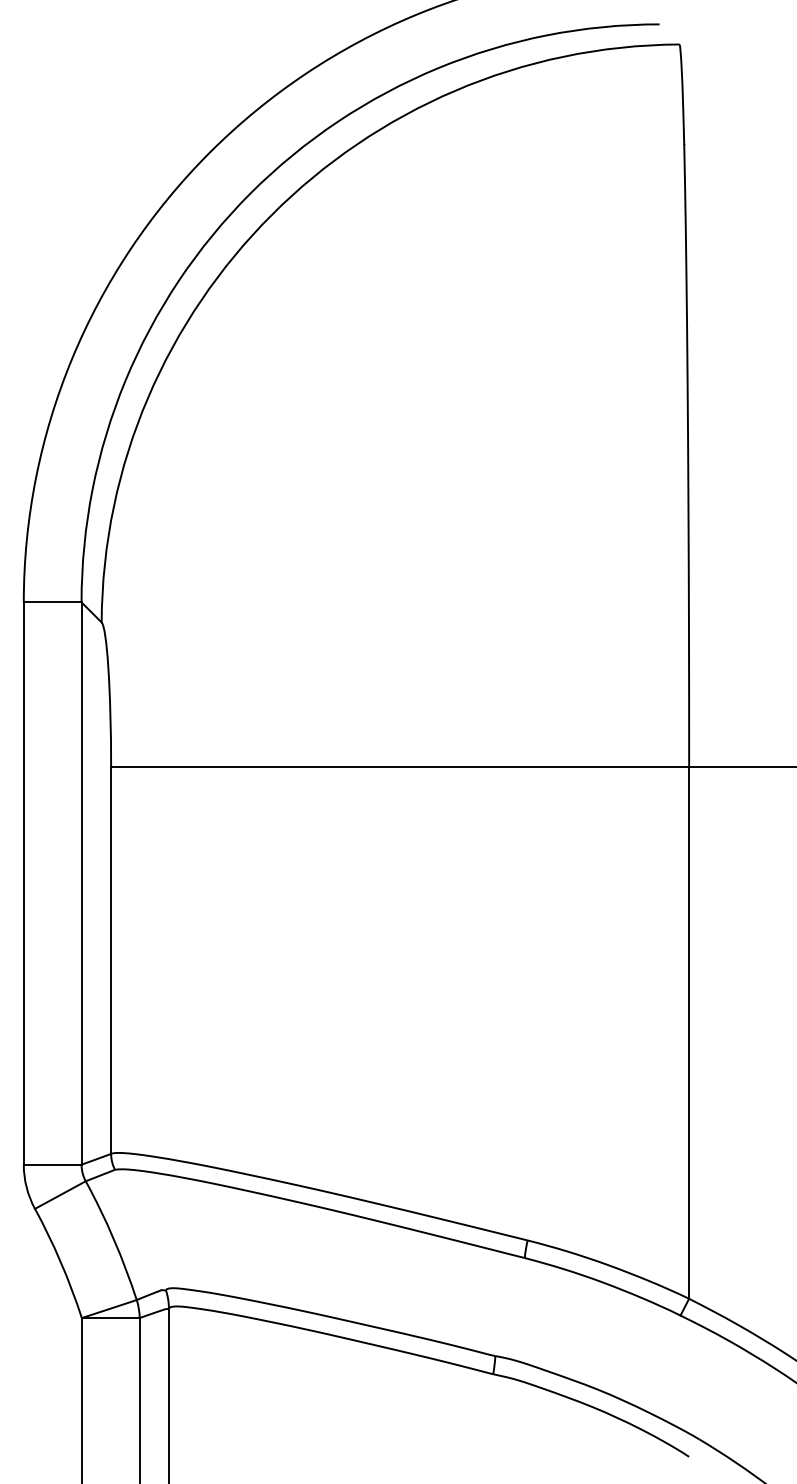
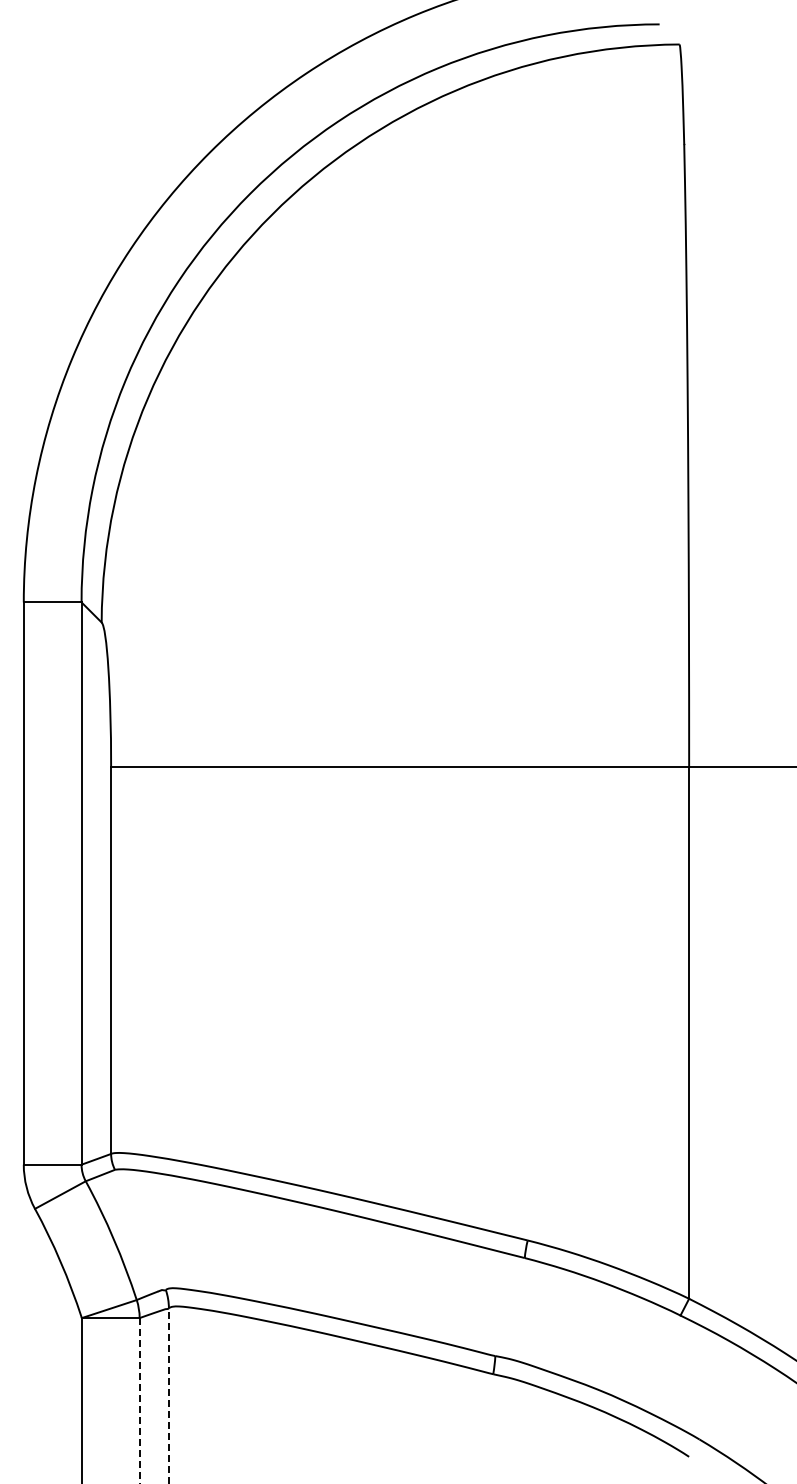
line at (168, 1395): solid -> dashed
line at (139, 1401): solid -> dashed
